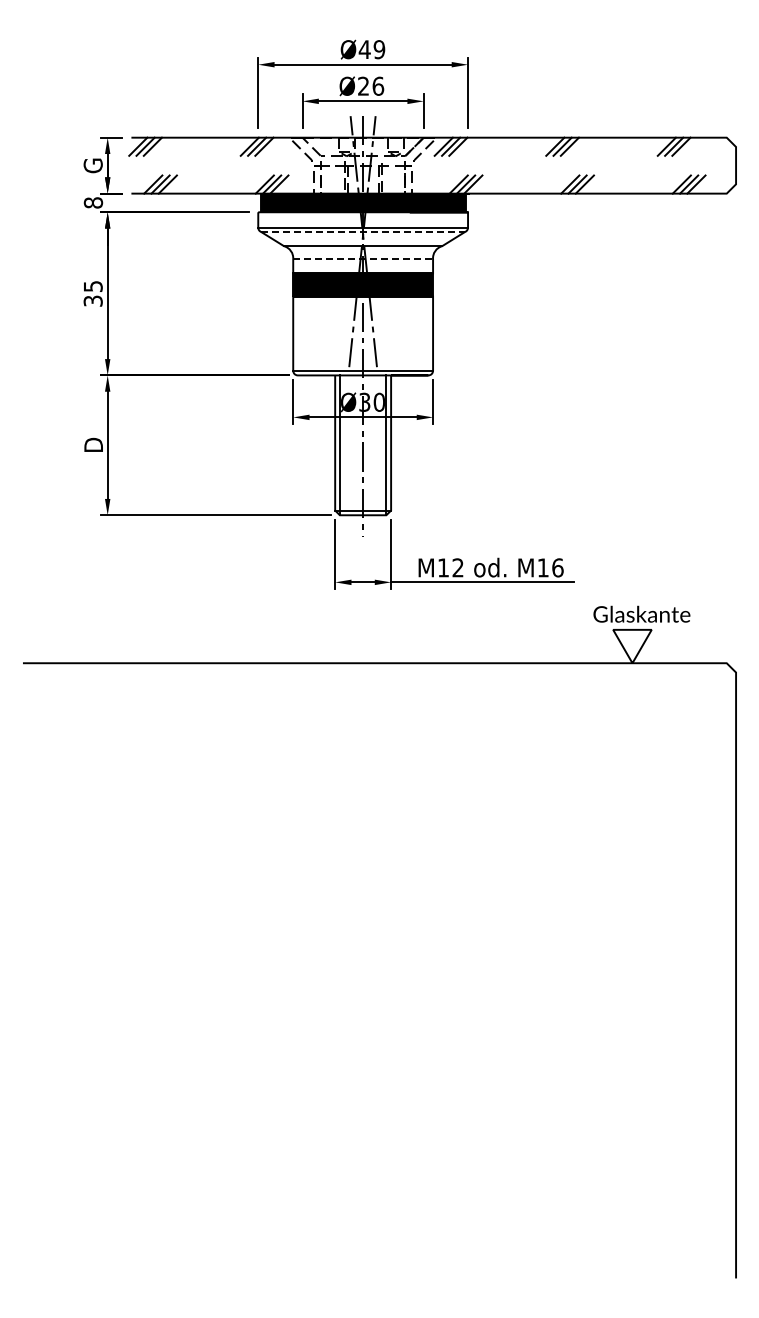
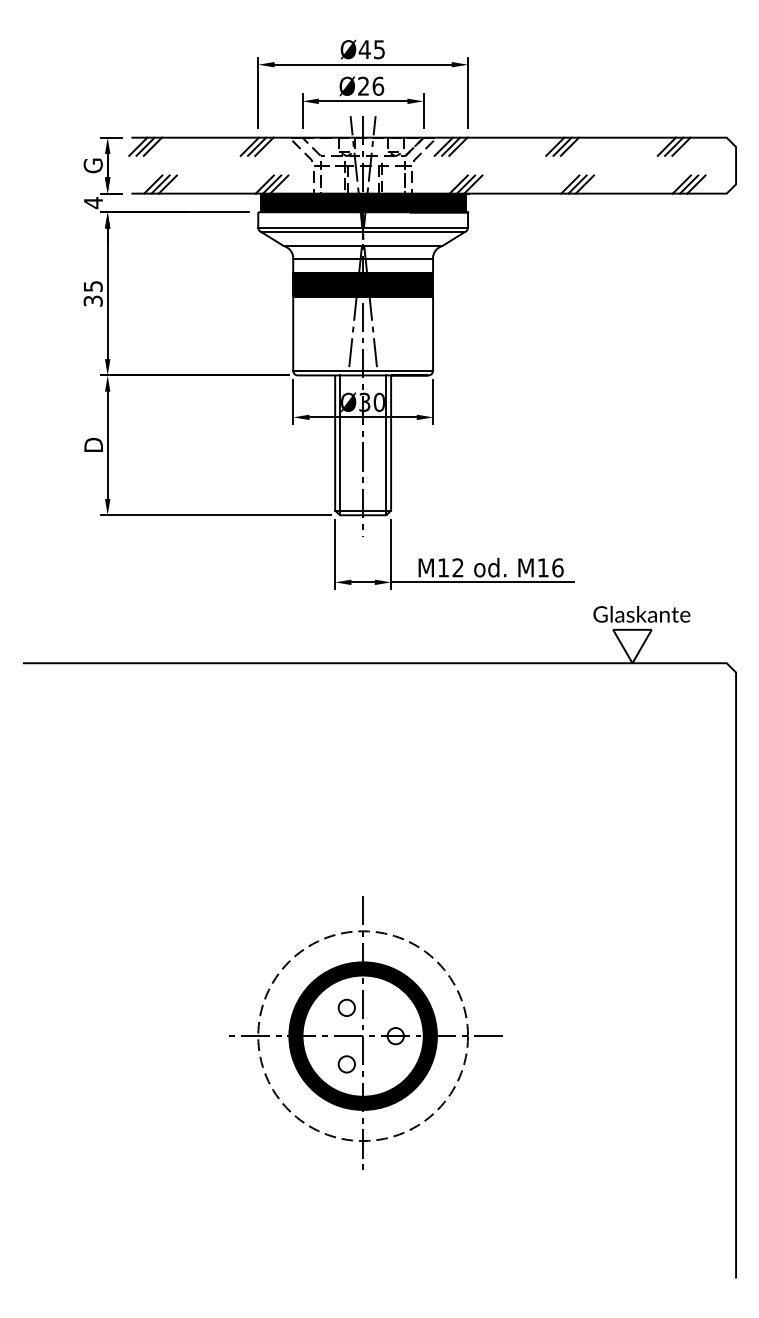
text at (379, 49): Ø49 -> Ø45
text at (93, 203): 8 -> 4
line at (363, 232): dashed -> solid
line at (363, 259): dashed -> solid
part at (365, 1032): none -> present
